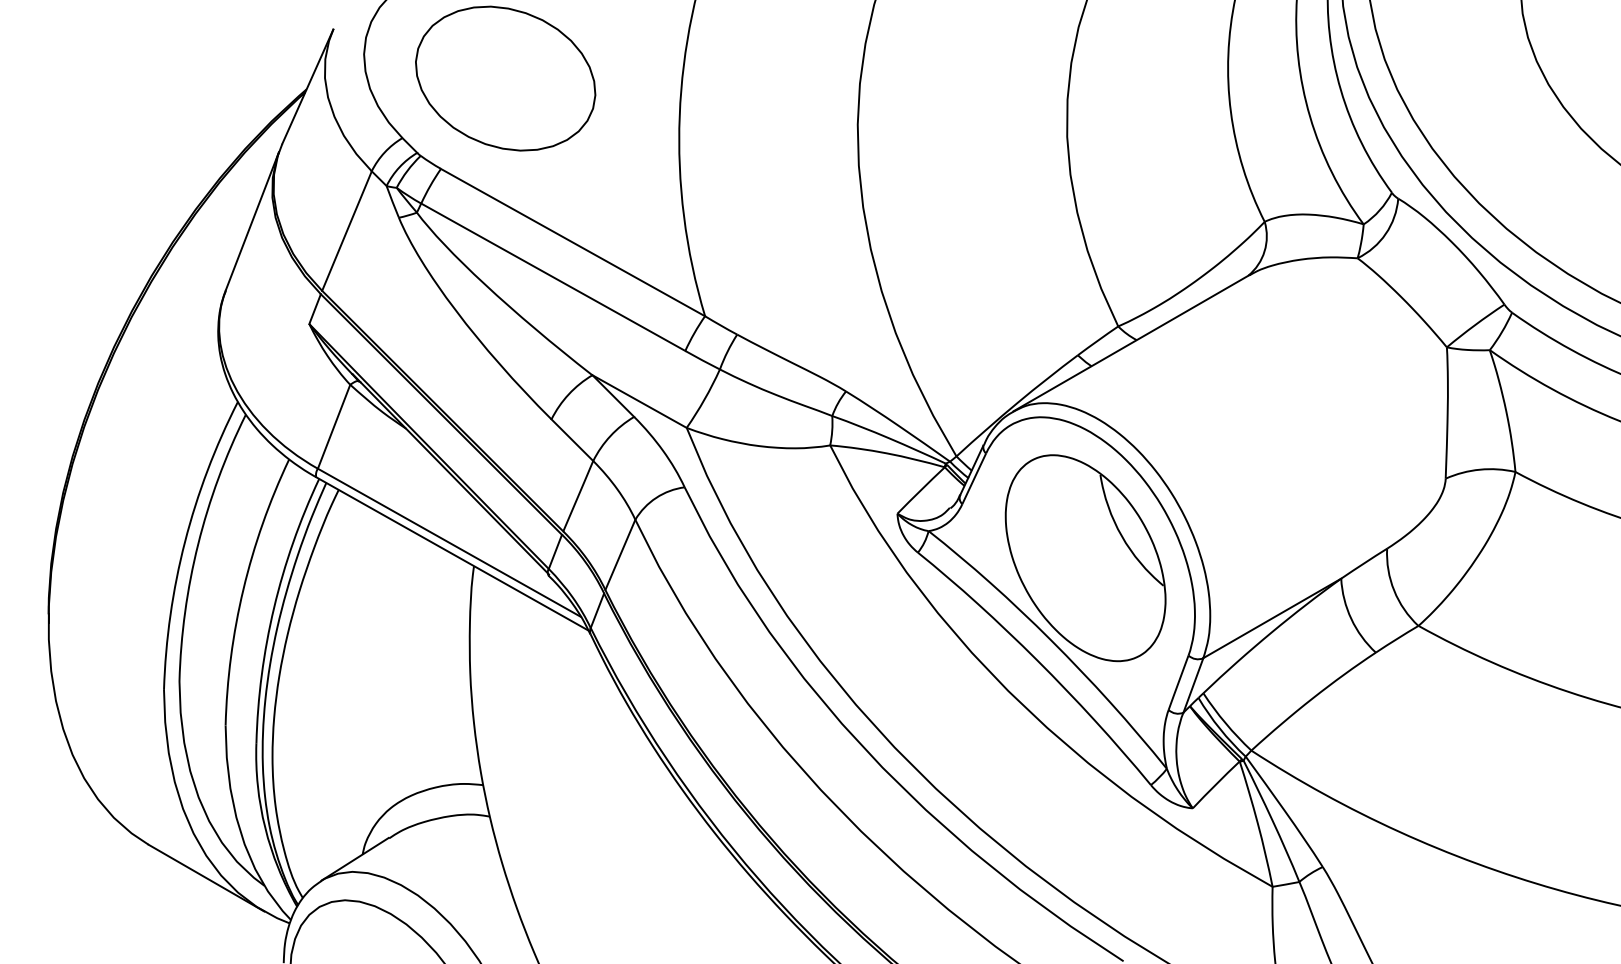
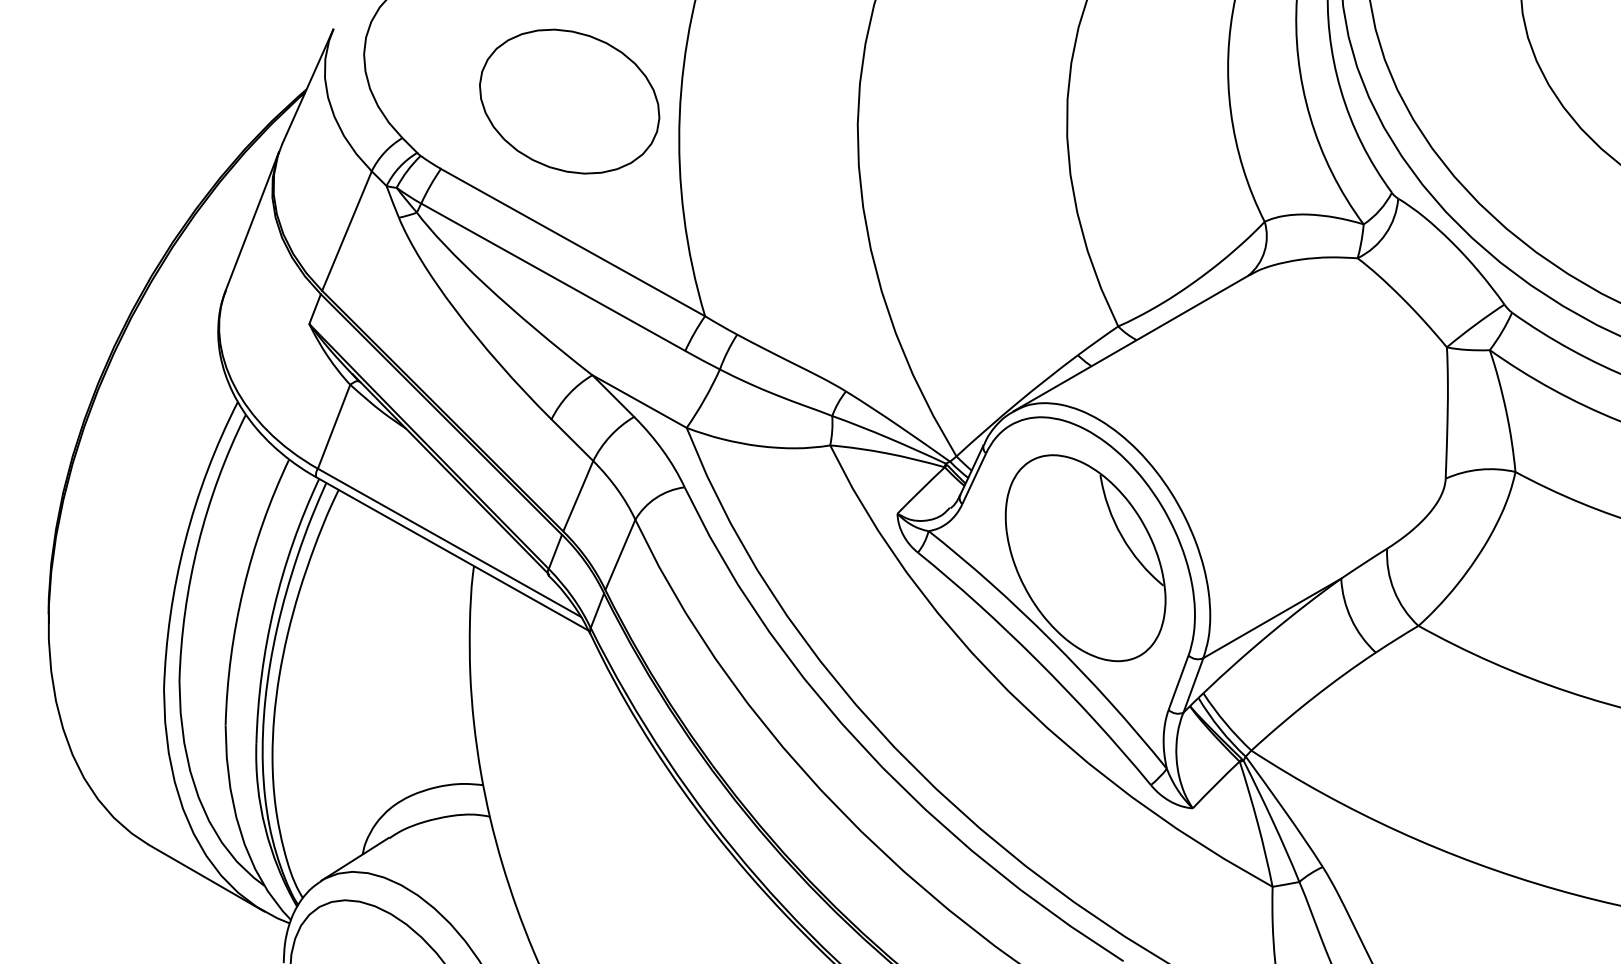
part at (505, 78) position: (505, 78) -> (569, 101)
